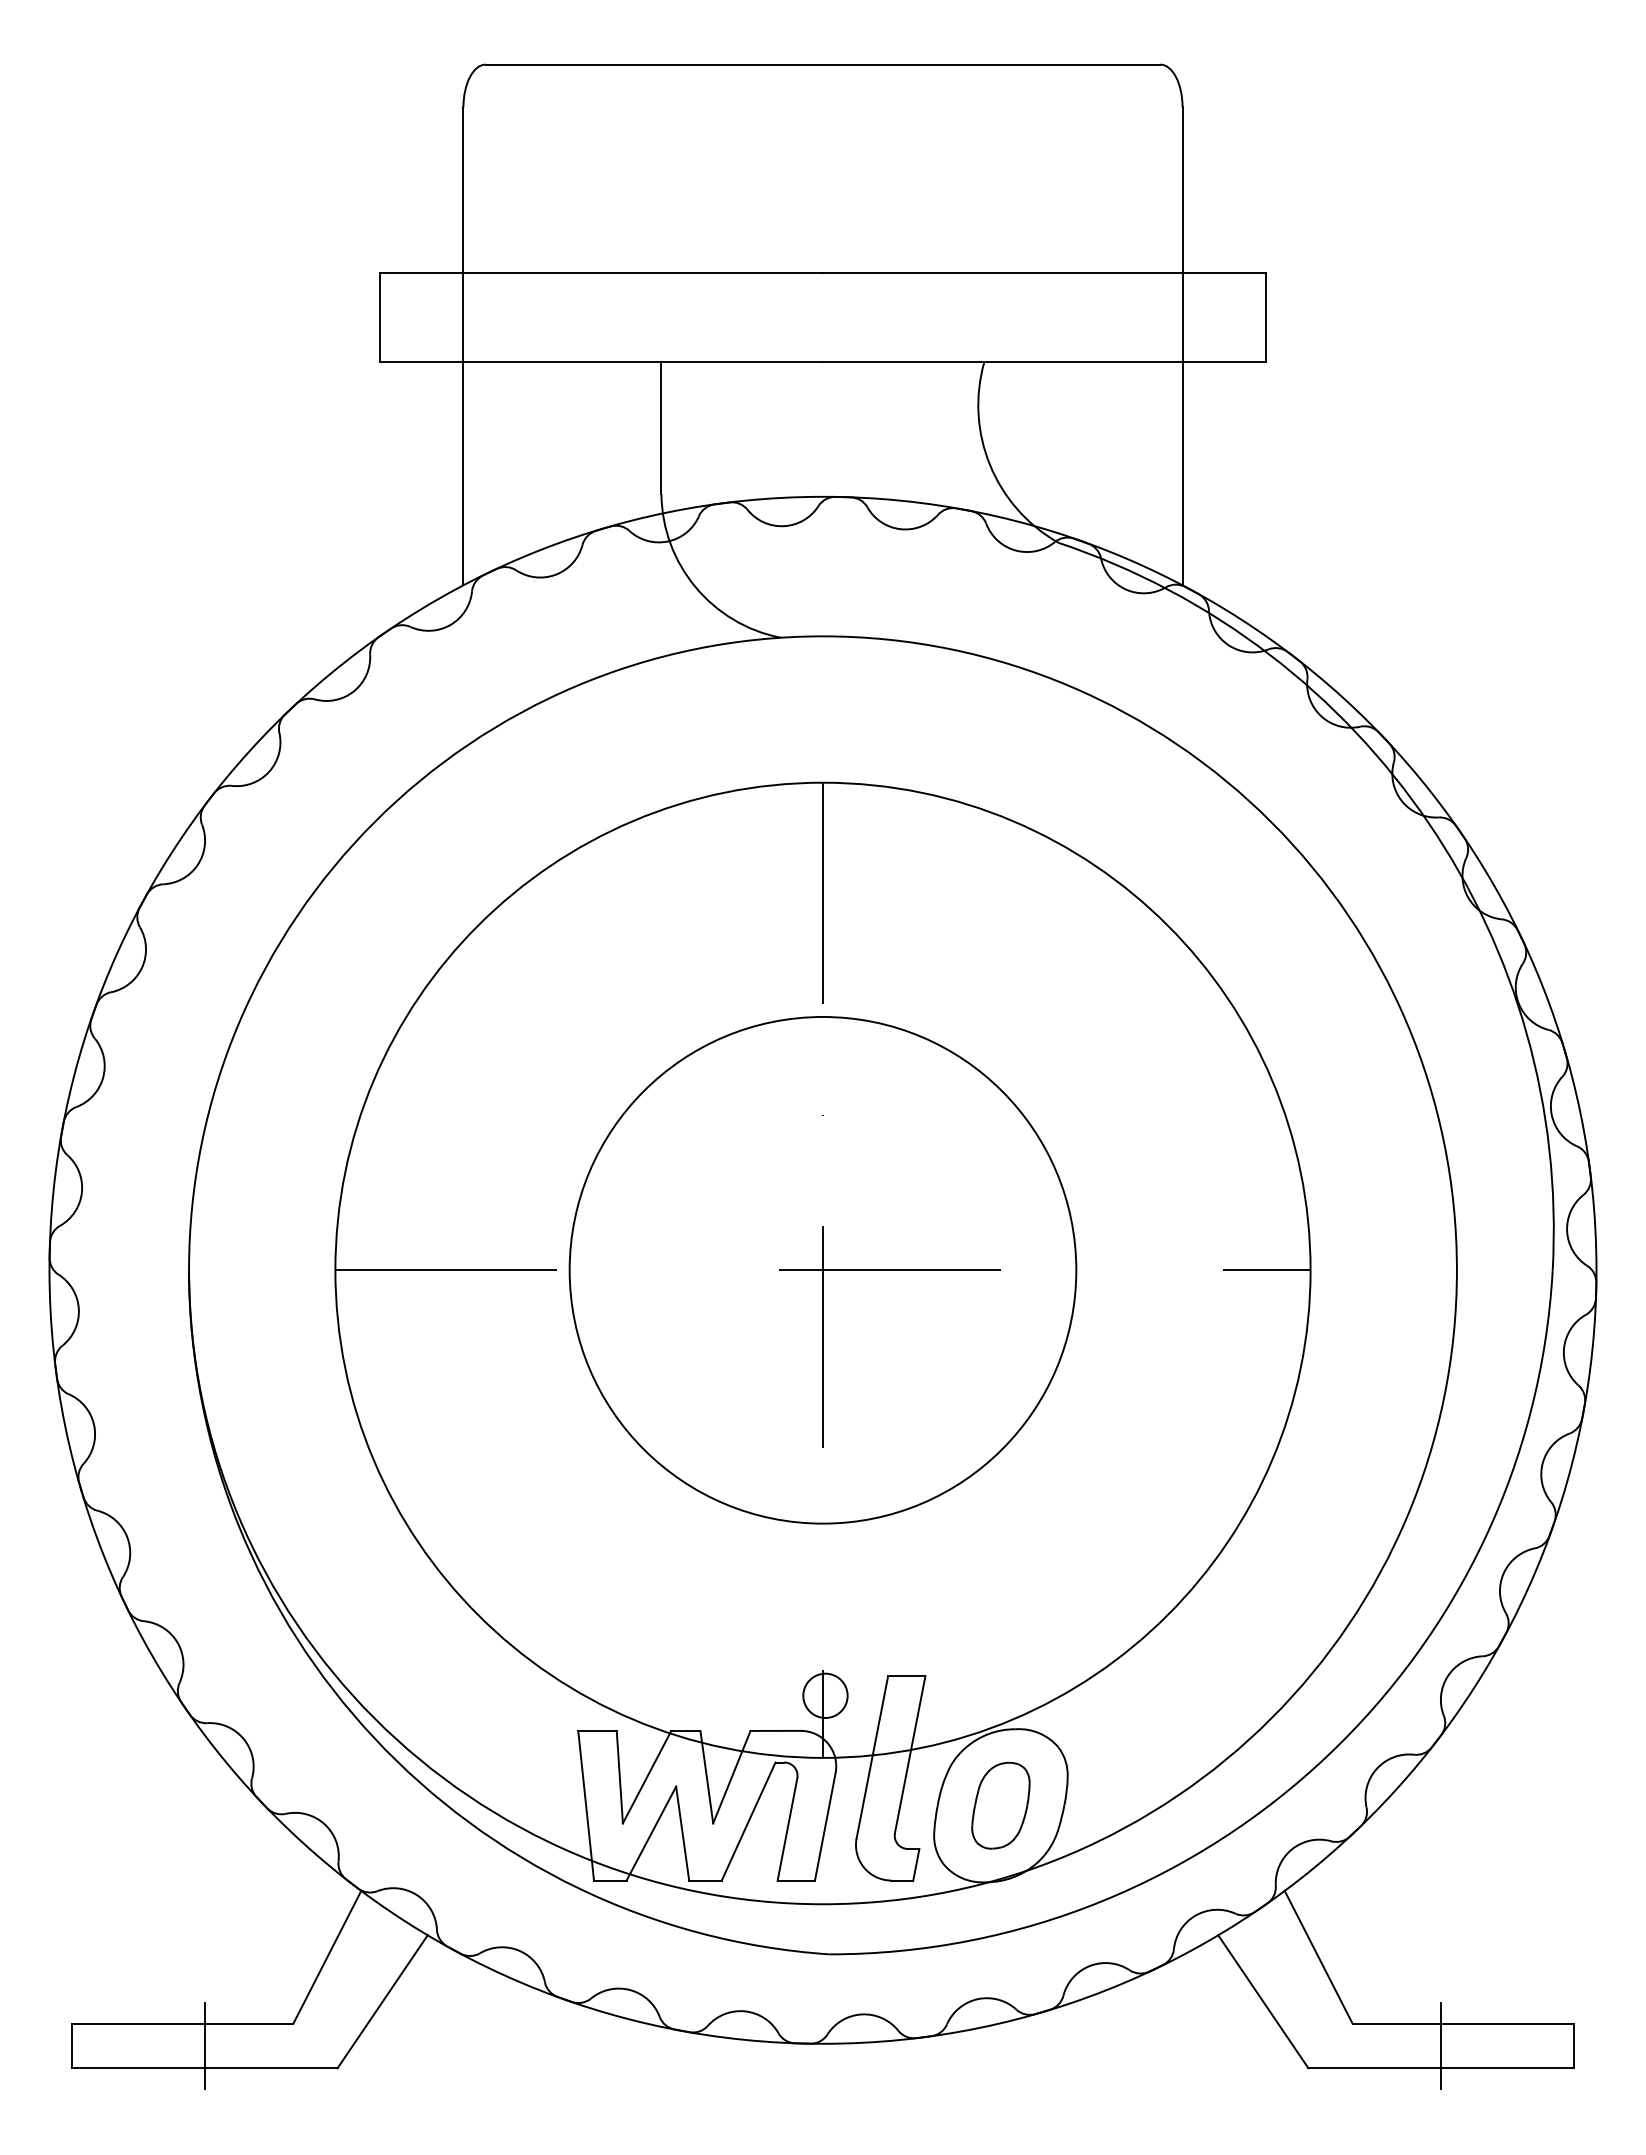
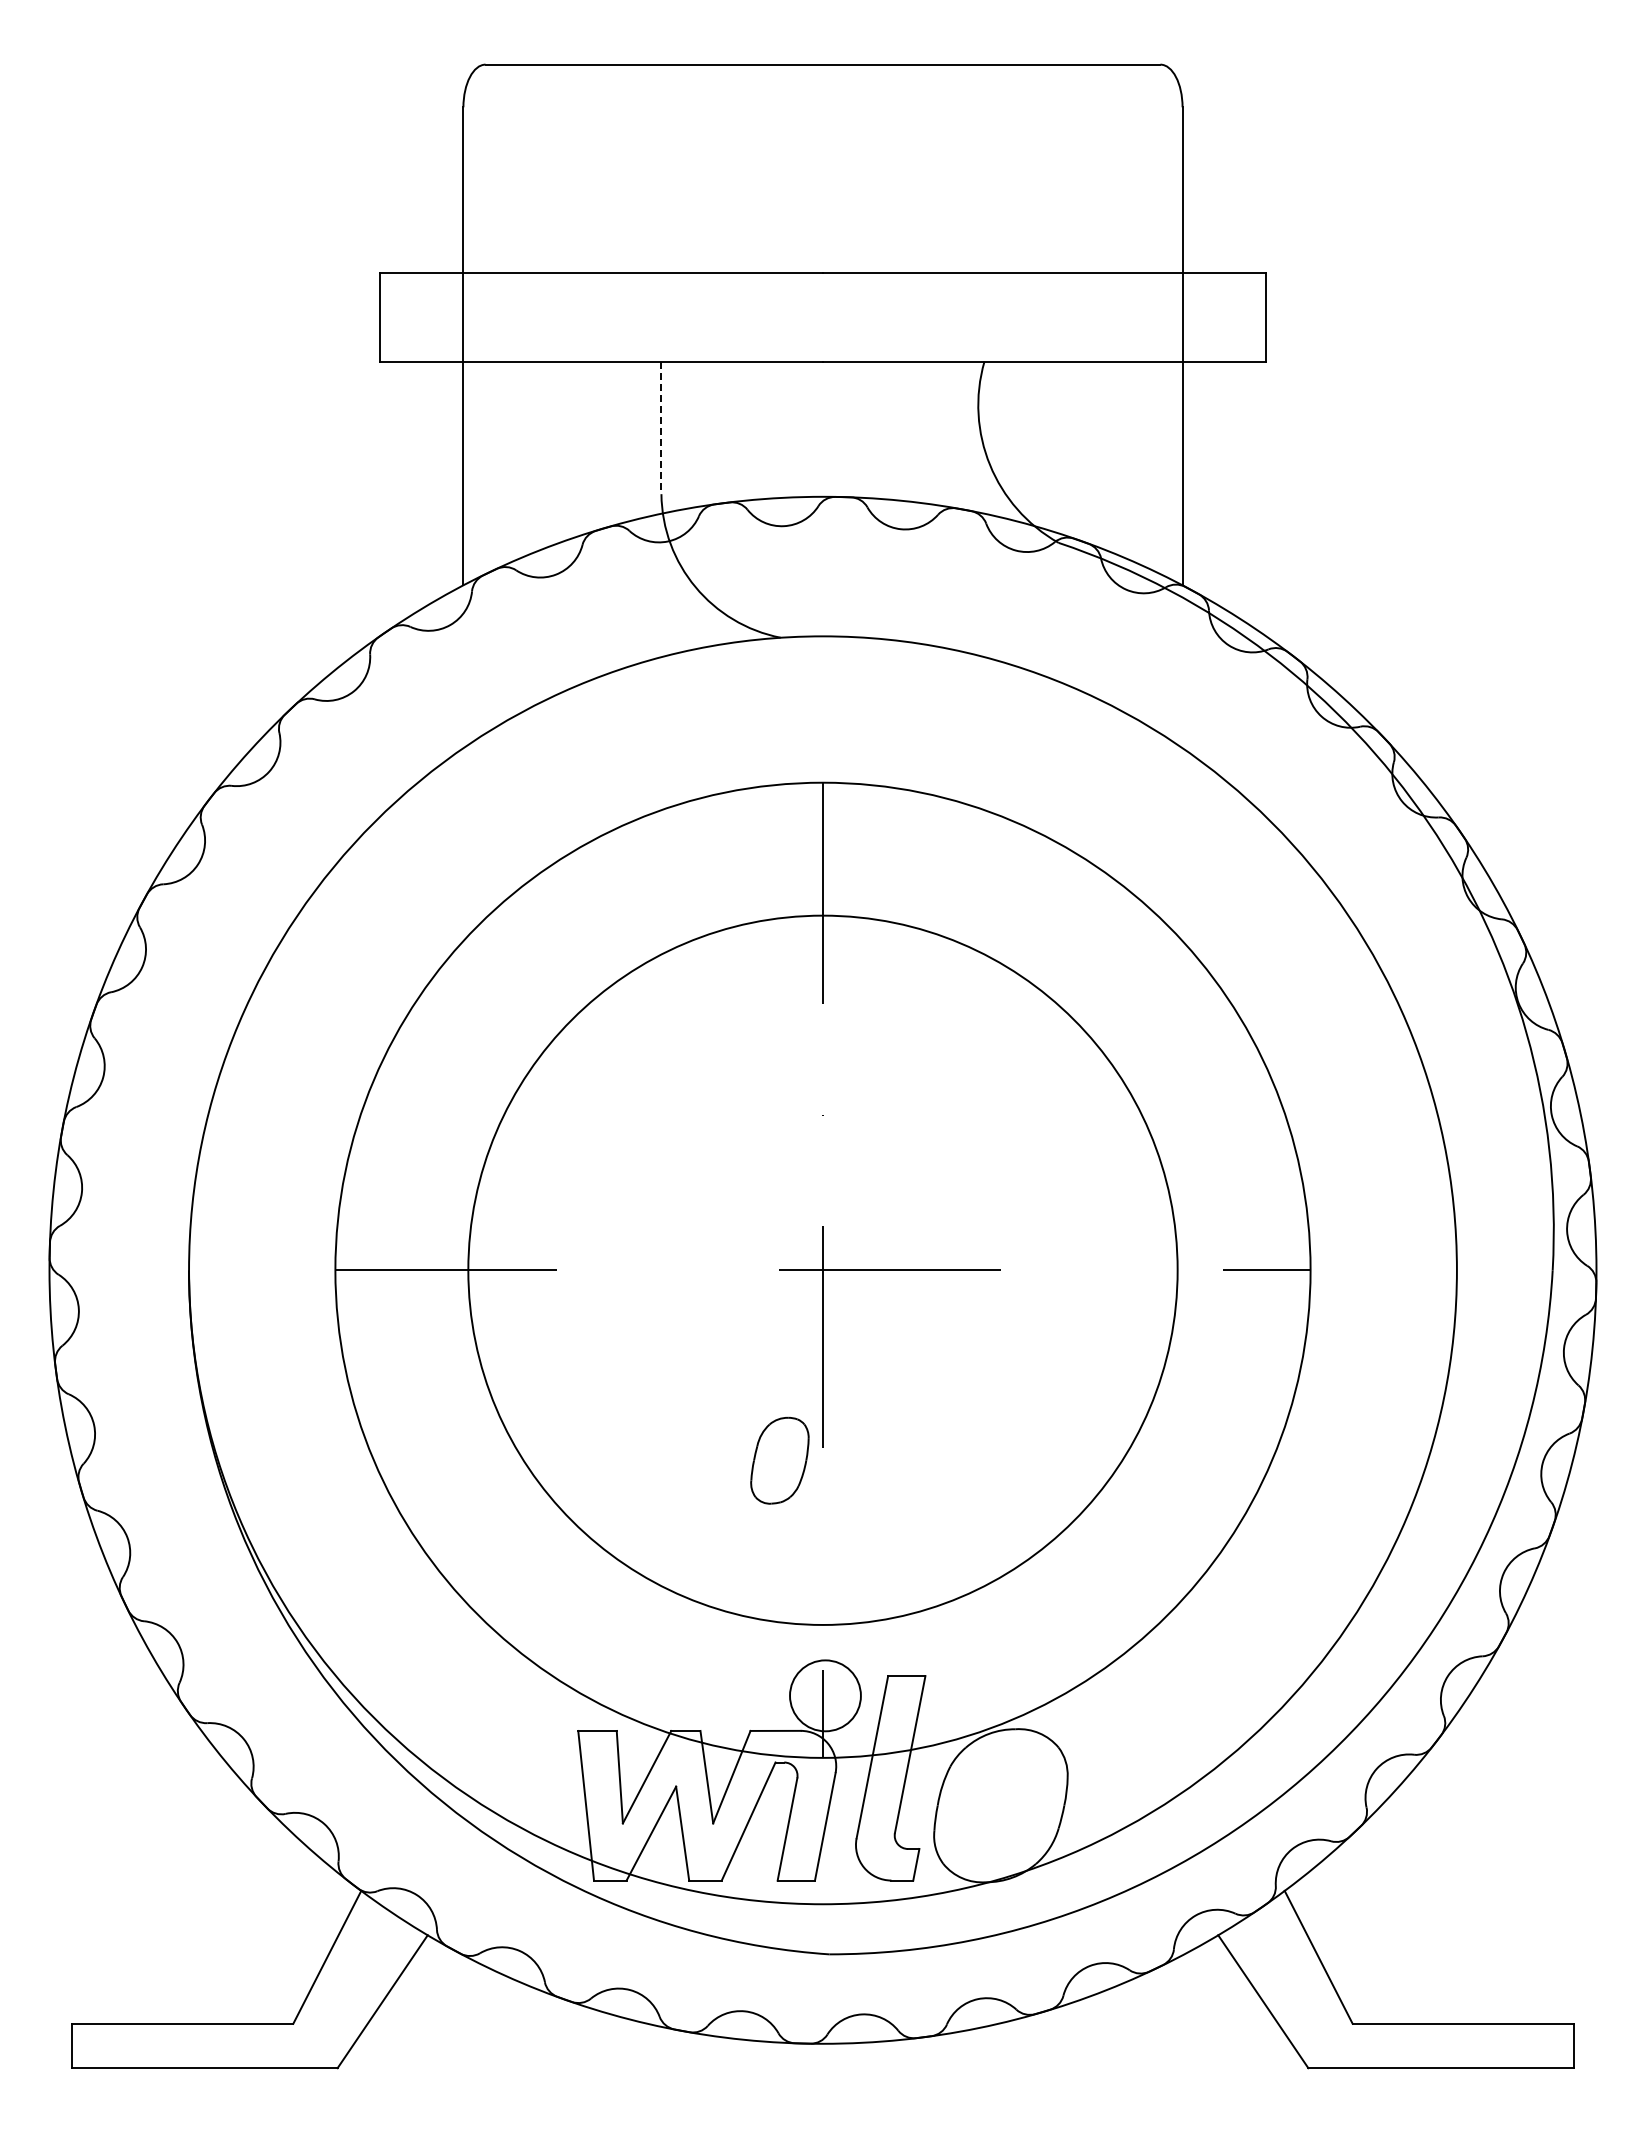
line at (661, 428): solid -> dashed
circle at (822, 1269) diameter: 507 px -> 709 px
circle at (825, 1695) diameter: 44 px -> 71 px
part at (1000, 1805) position: (1000, 1805) -> (779, 1460)
line at (204, 2045): present -> none
line at (1441, 2045): present -> none
